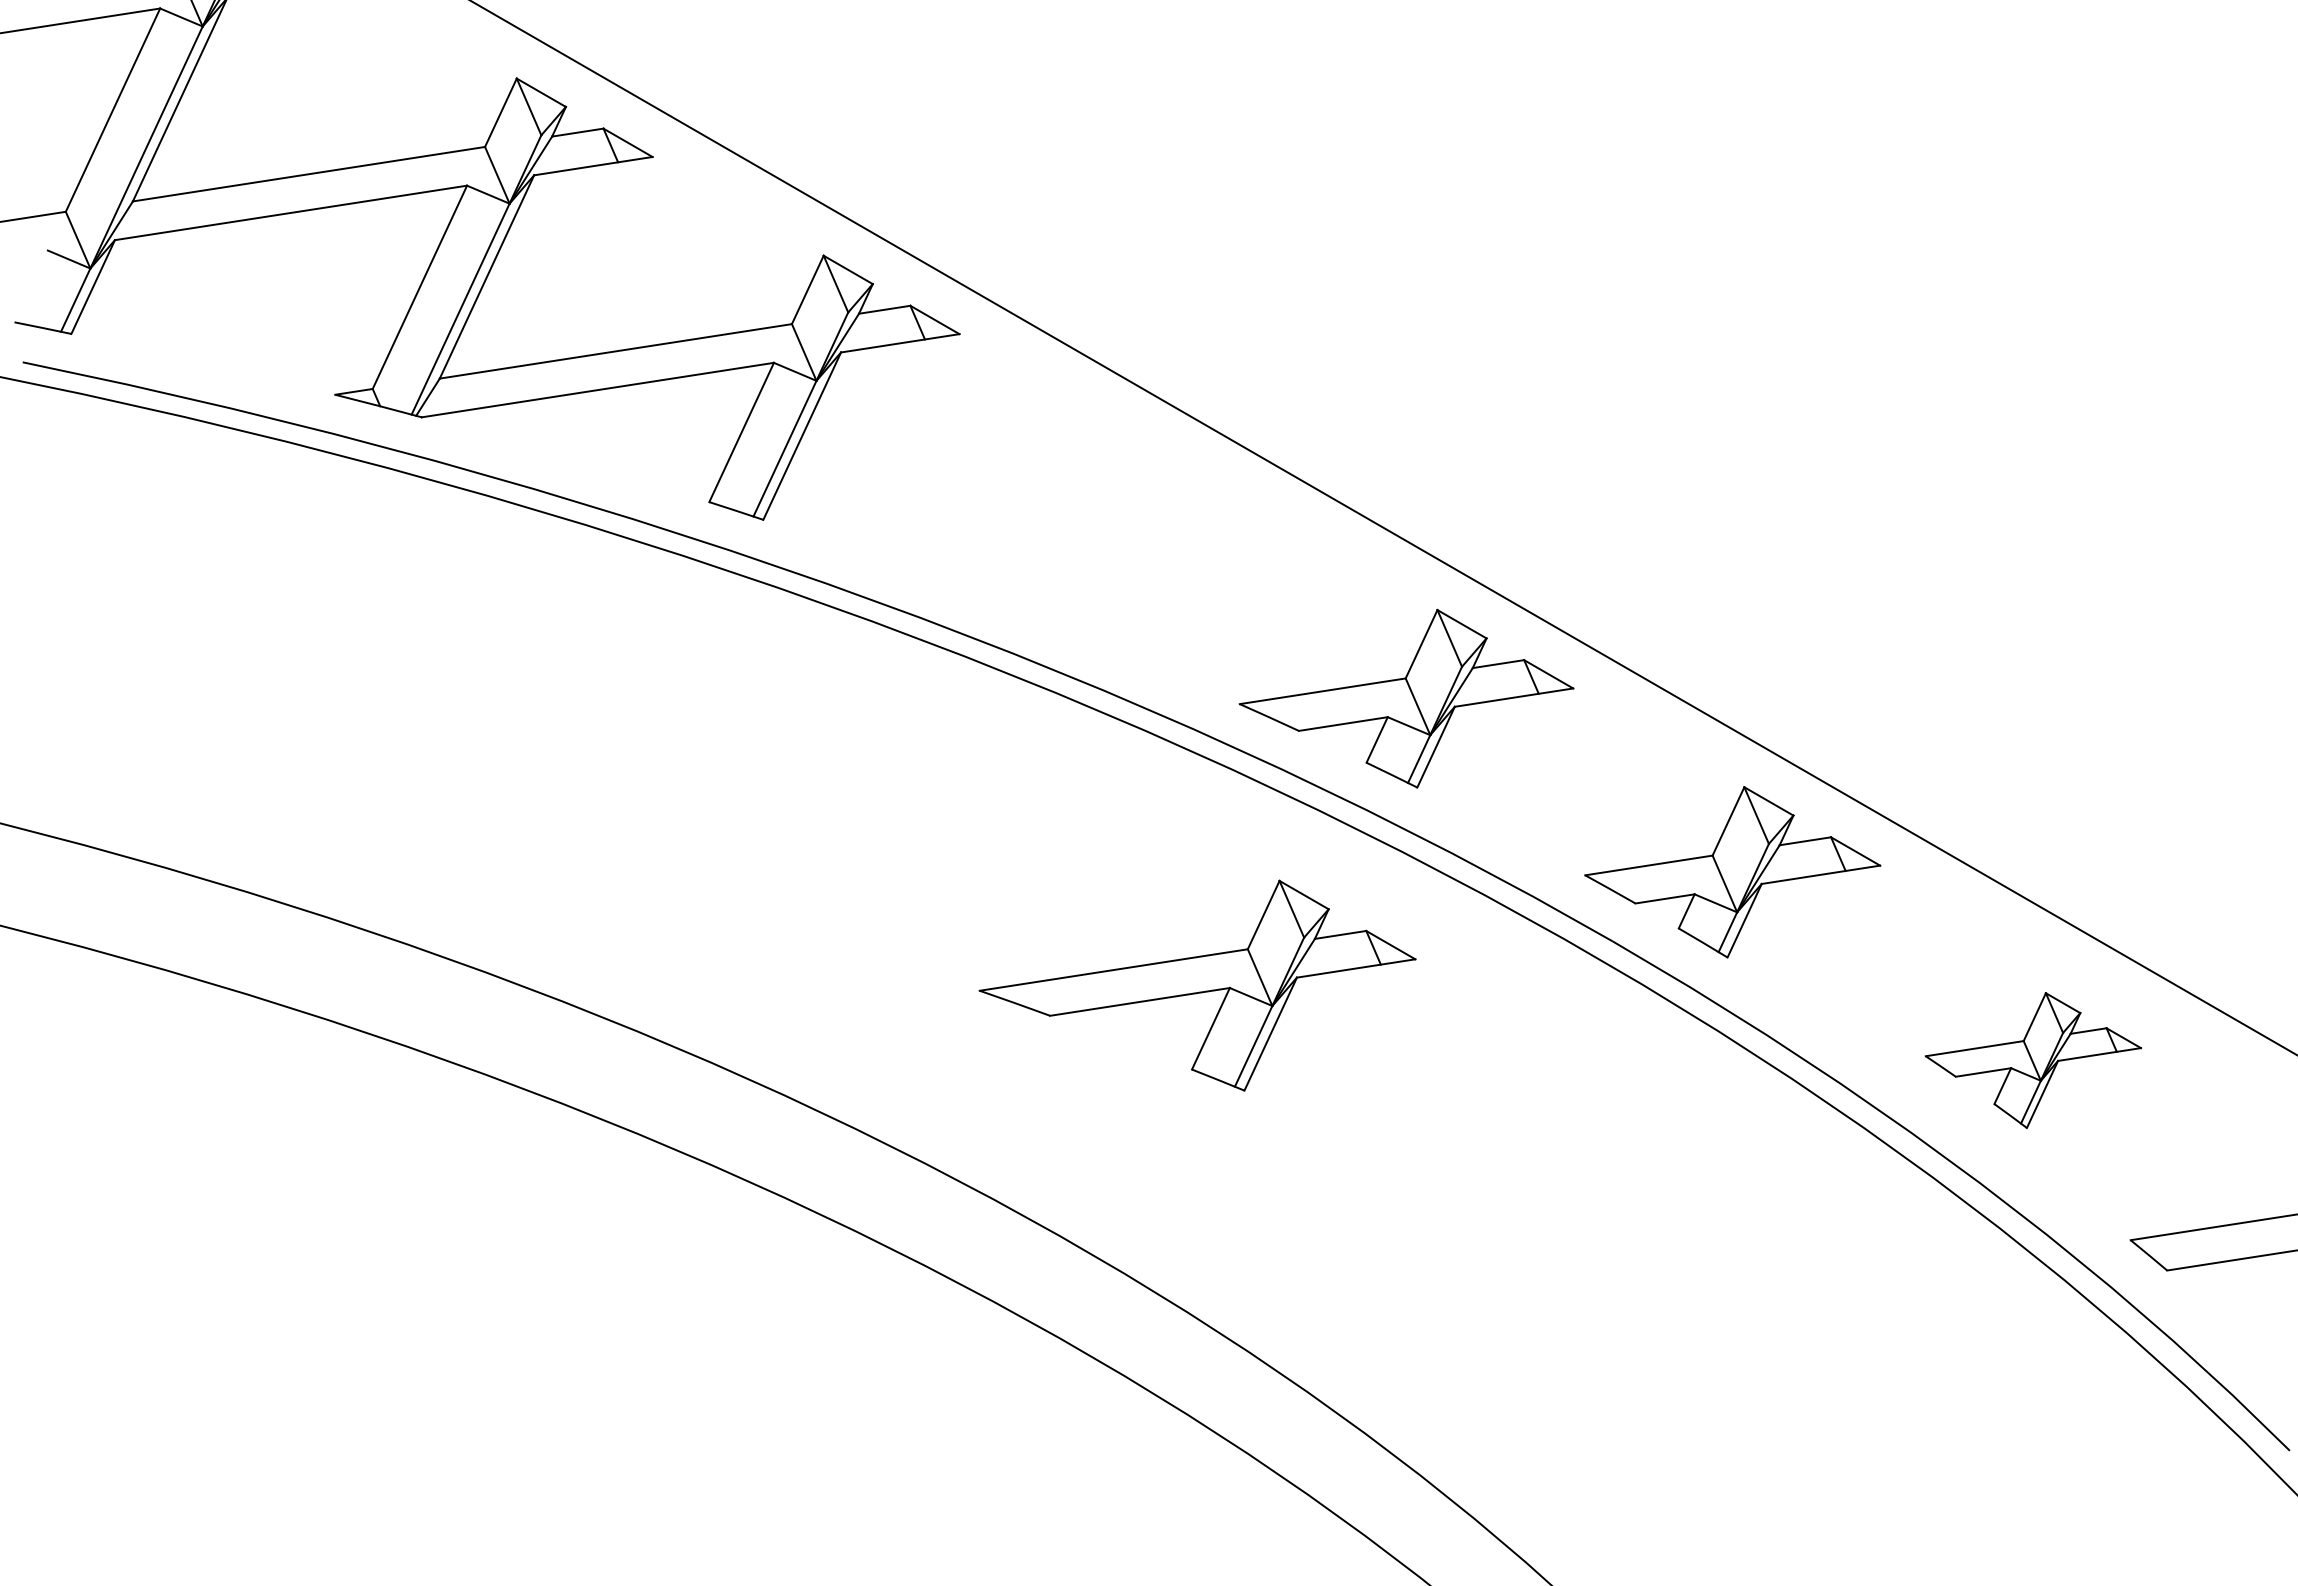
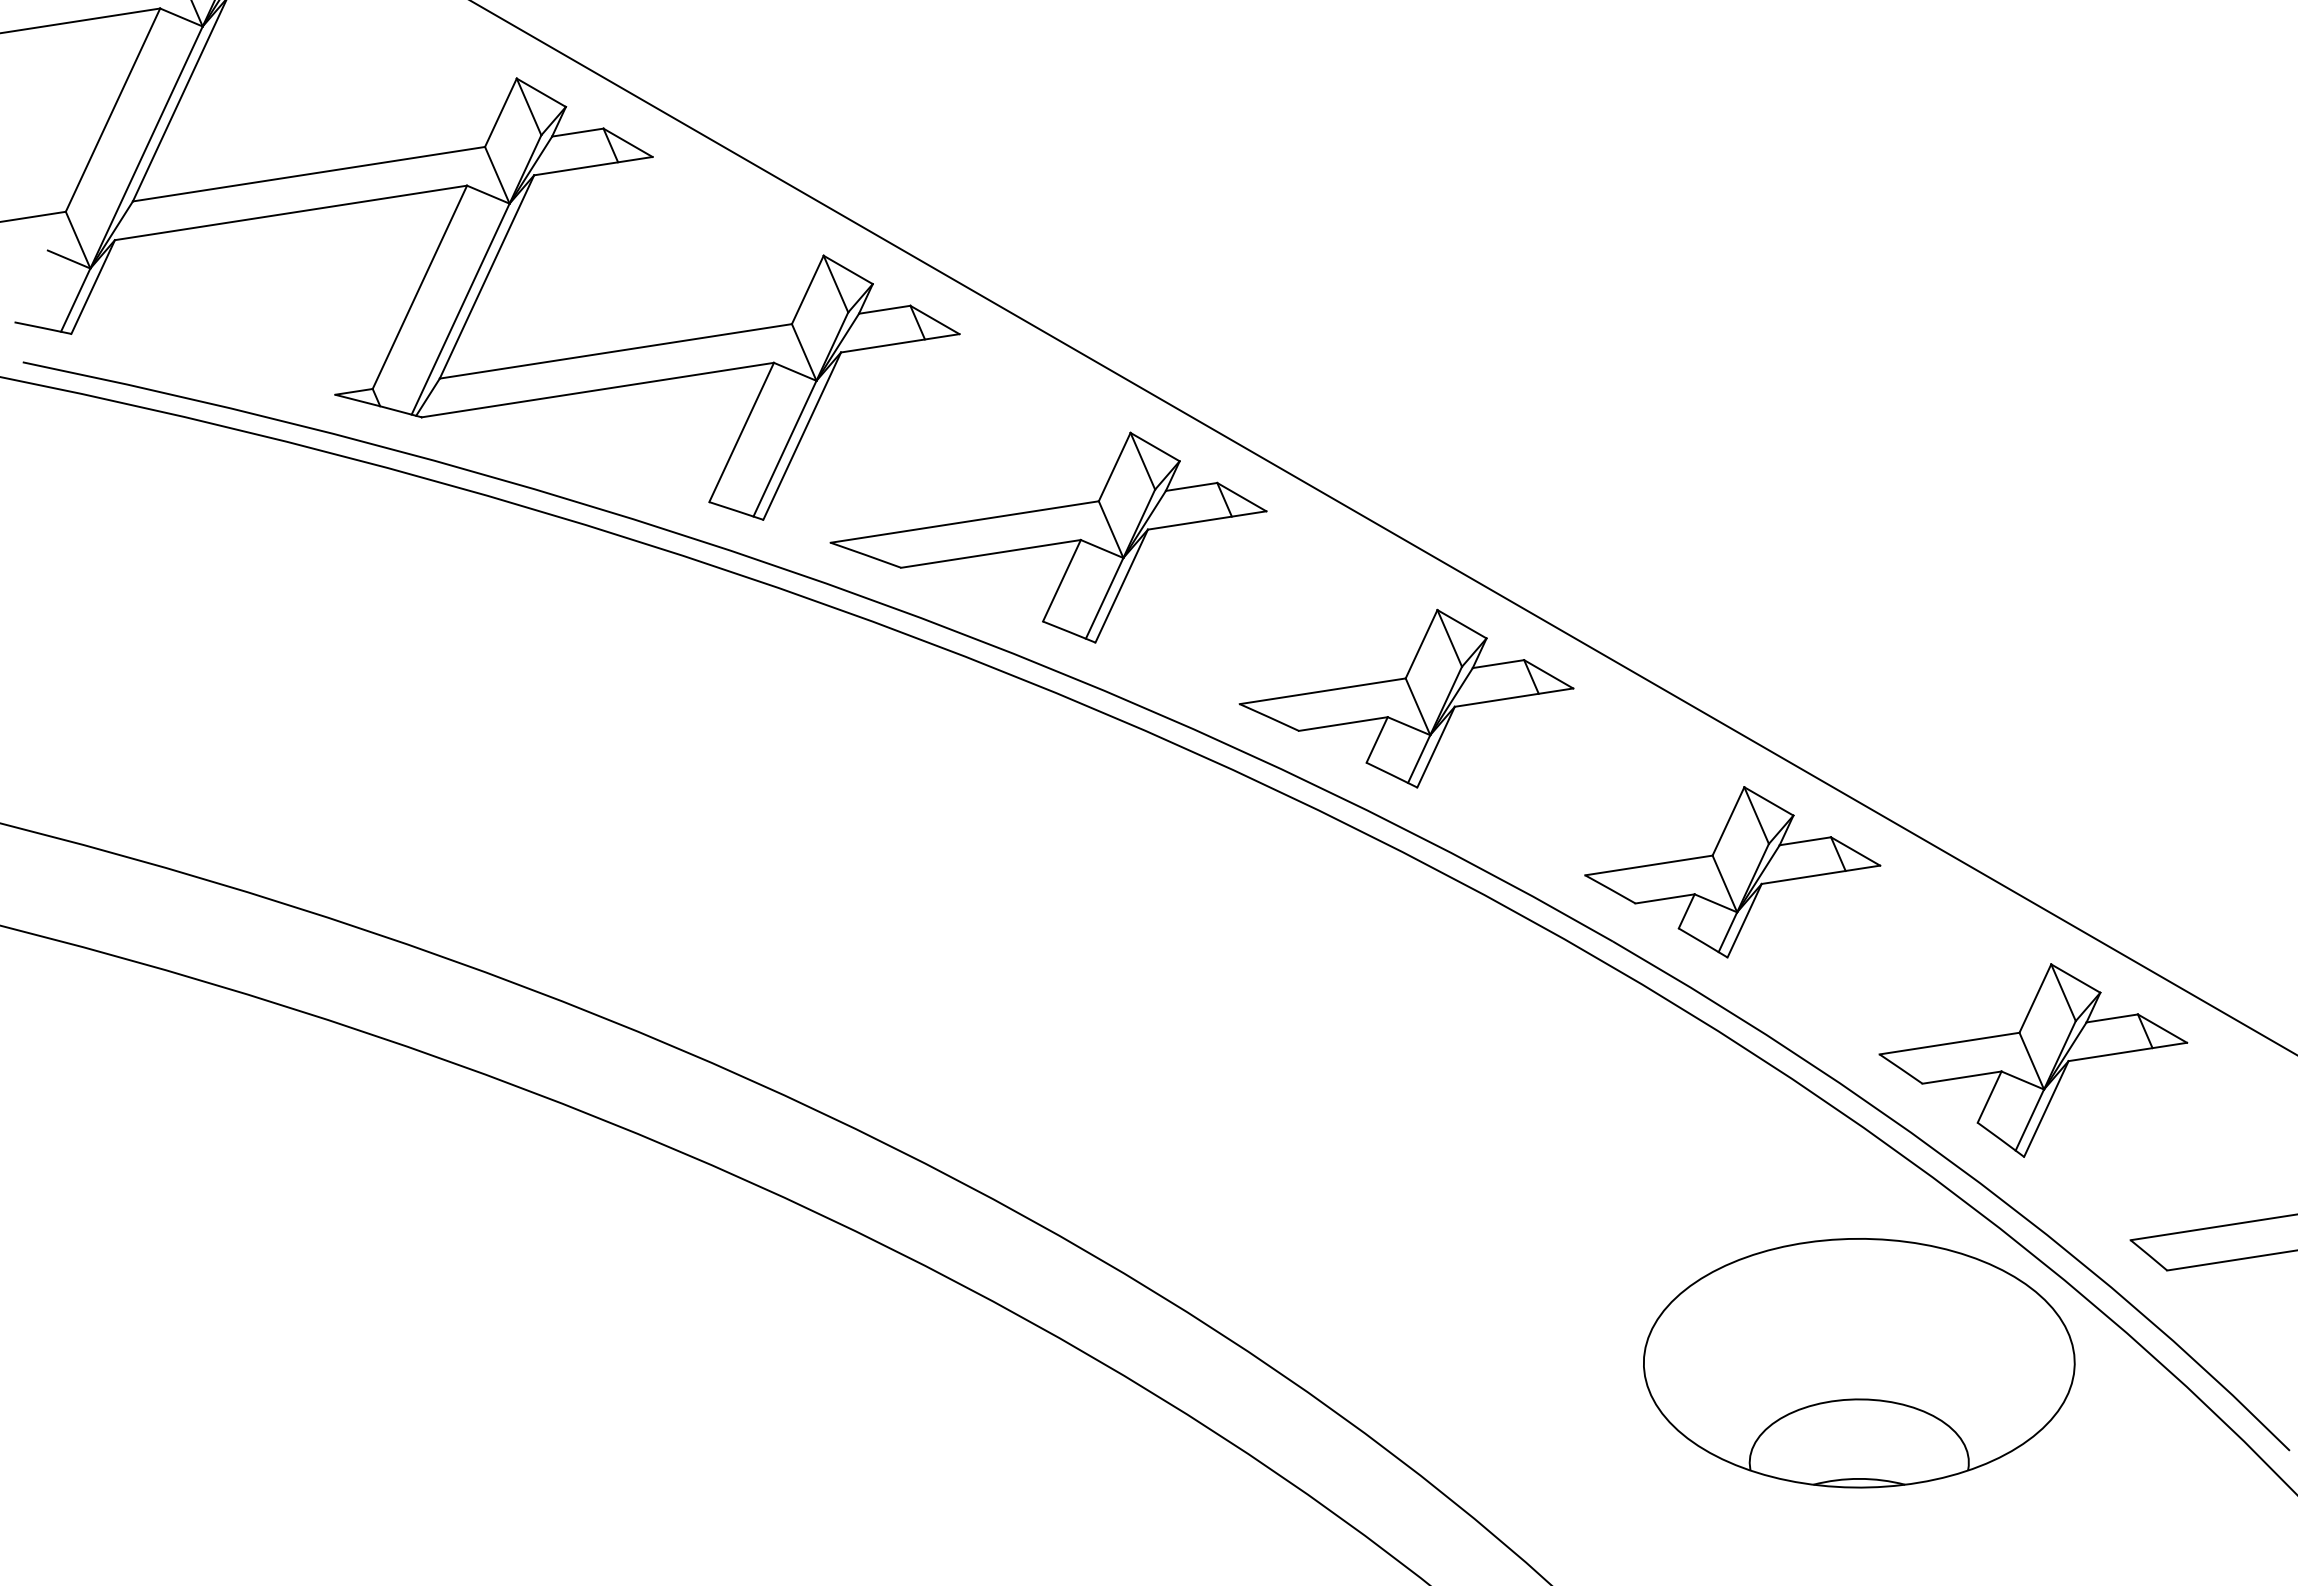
part at (1197, 985) position: (1197, 985) -> (1048, 537)
part at (2032, 1060) size: 218x137 px -> 311x195 px
part at (1859, 1363): none -> present
